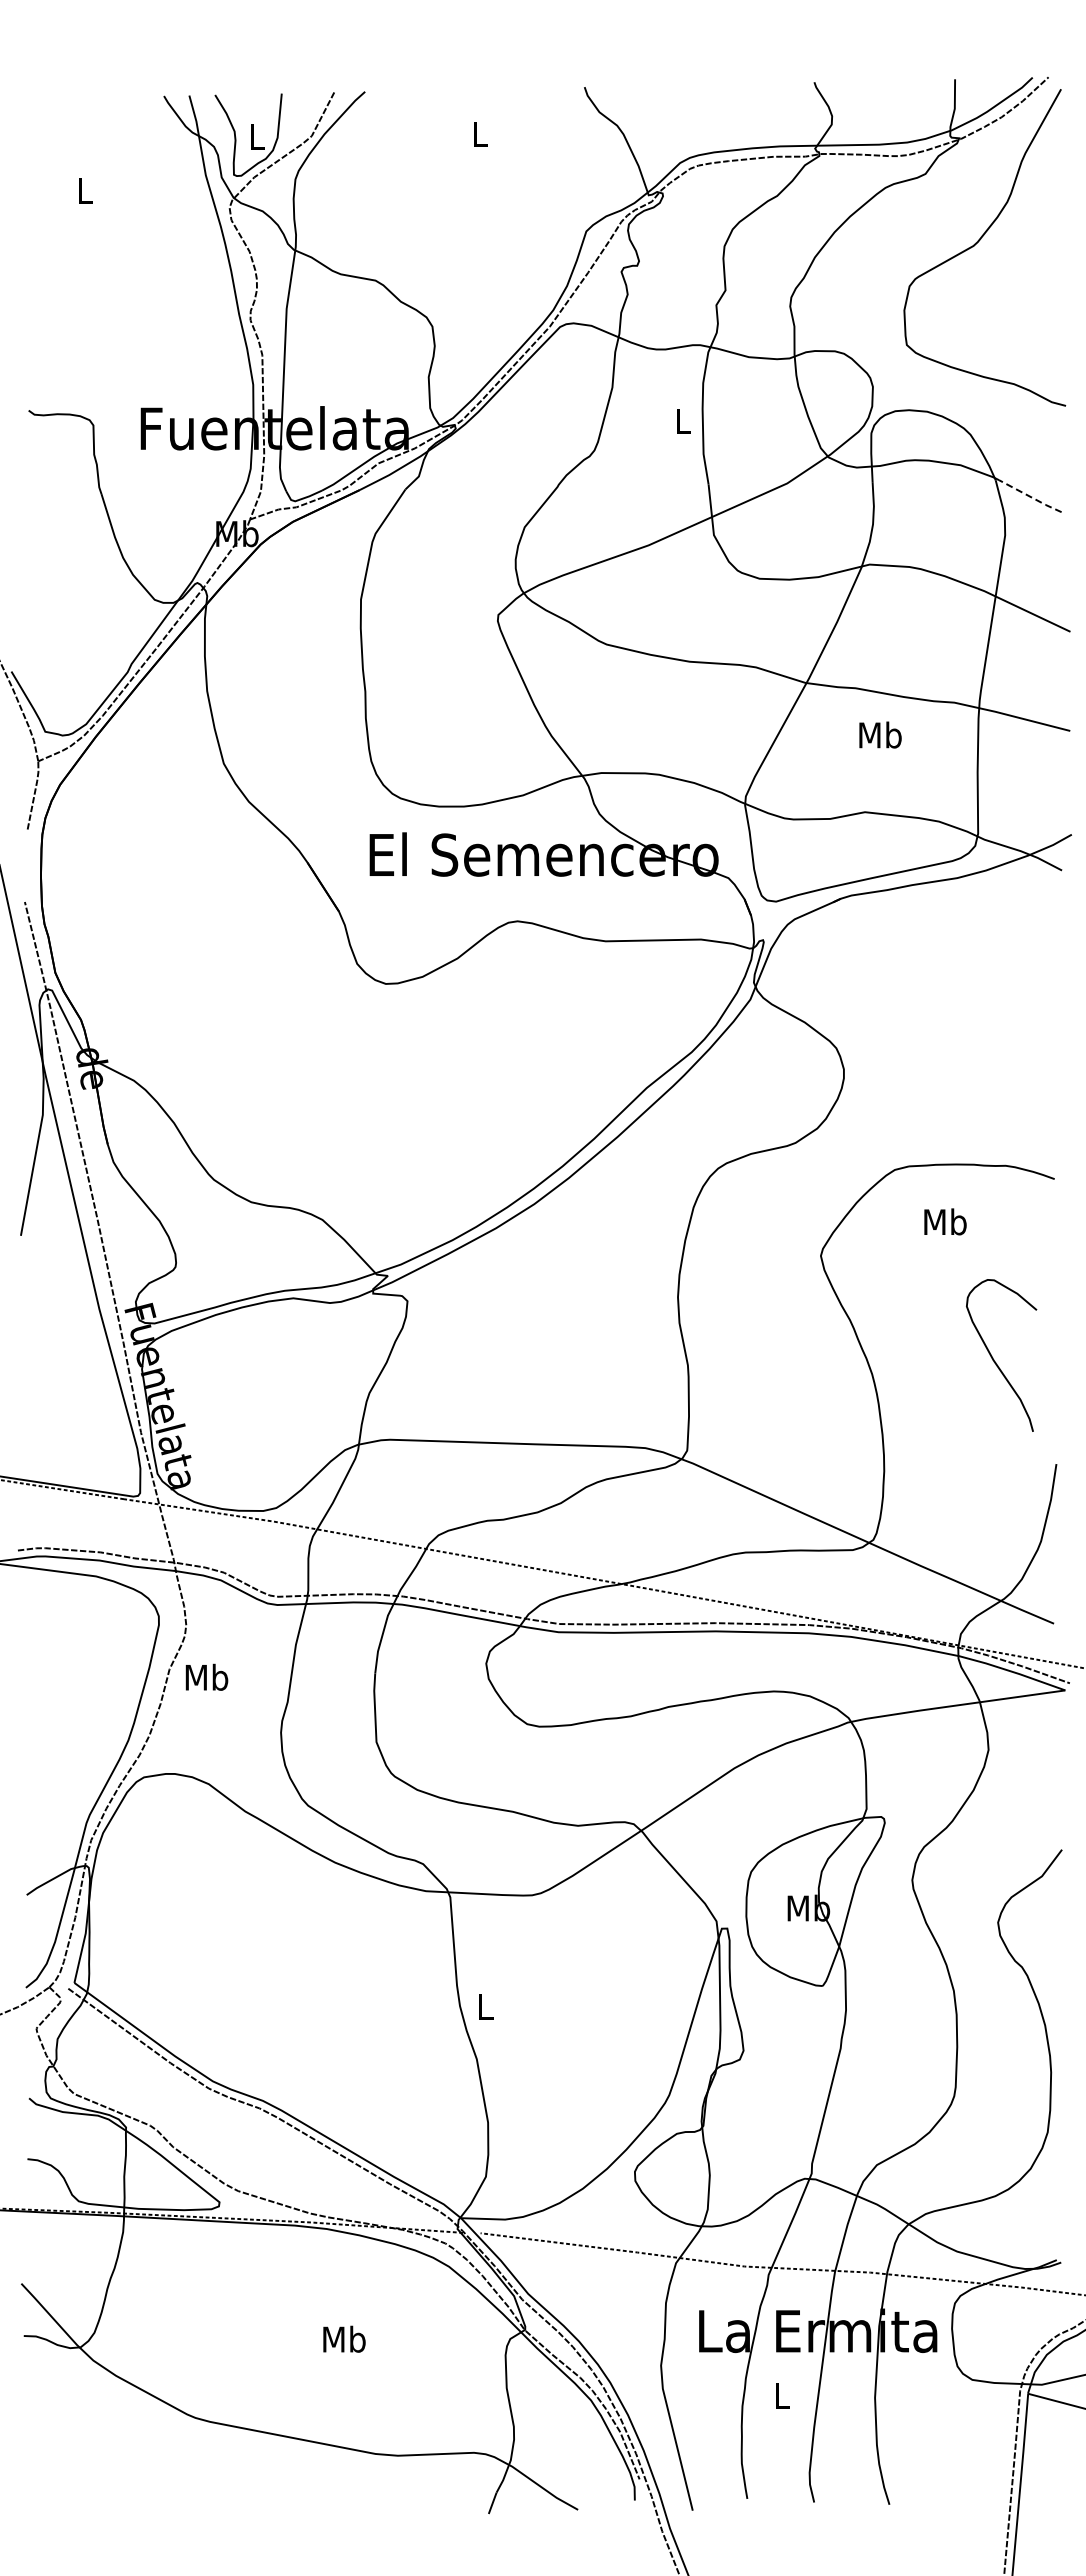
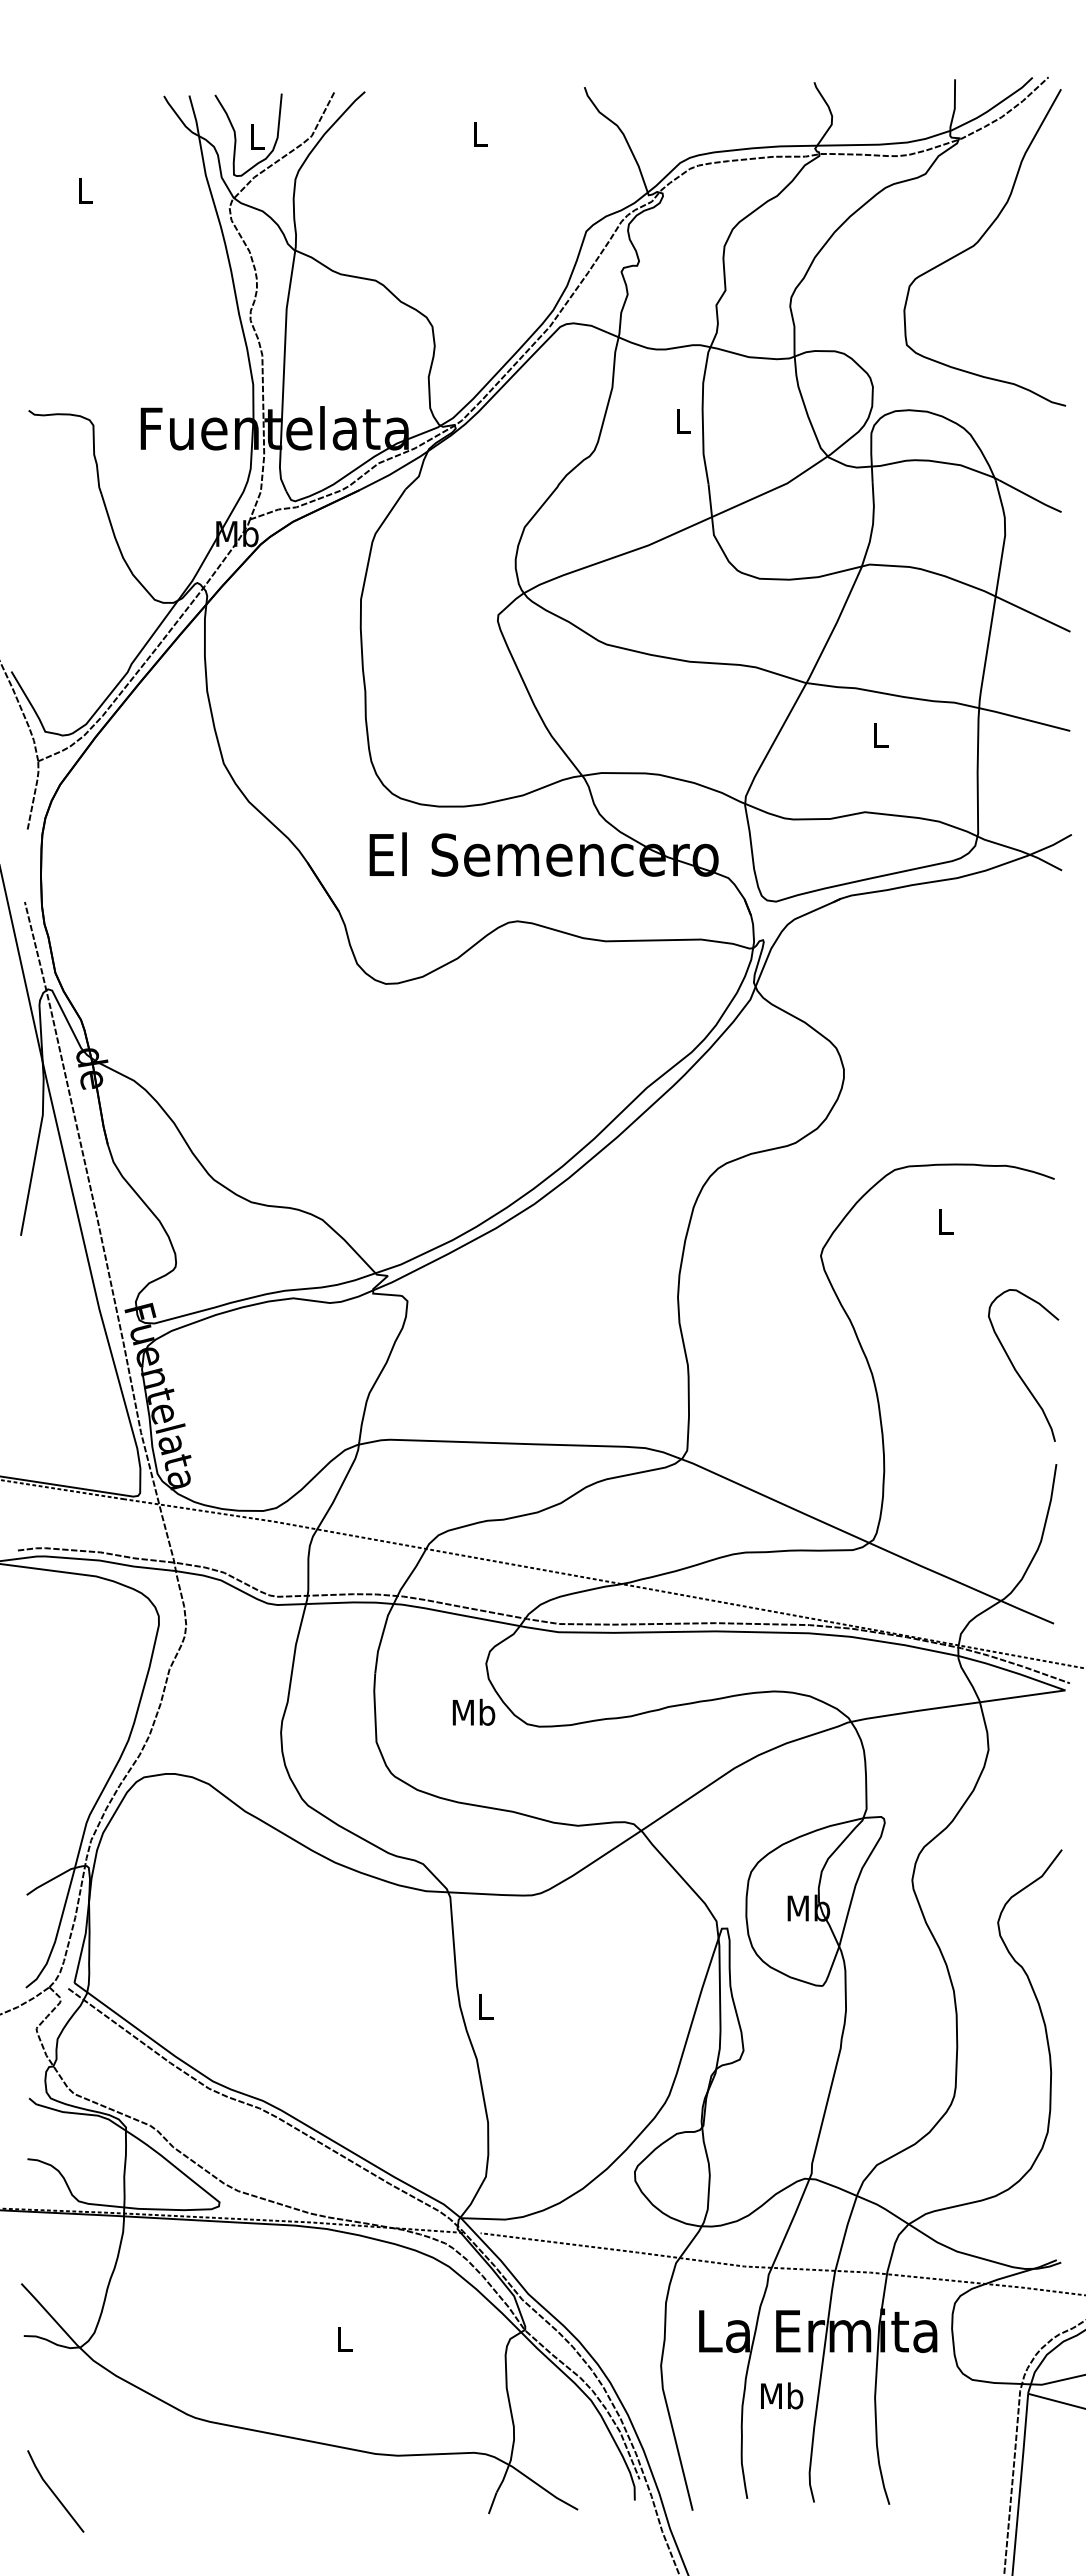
line at (1030, 497): dashed -> solid
text at (880, 734): Mb -> L
text at (945, 1221): Mb -> L
curve at (994, 1359) position: (994, 1359) -> (1016, 1369)
text at (206, 1676) position: (206, 1676) -> (473, 1711)
text at (344, 2338): Mb -> L
text at (782, 2395): L -> Mb
line at (54, 2492): none -> present
